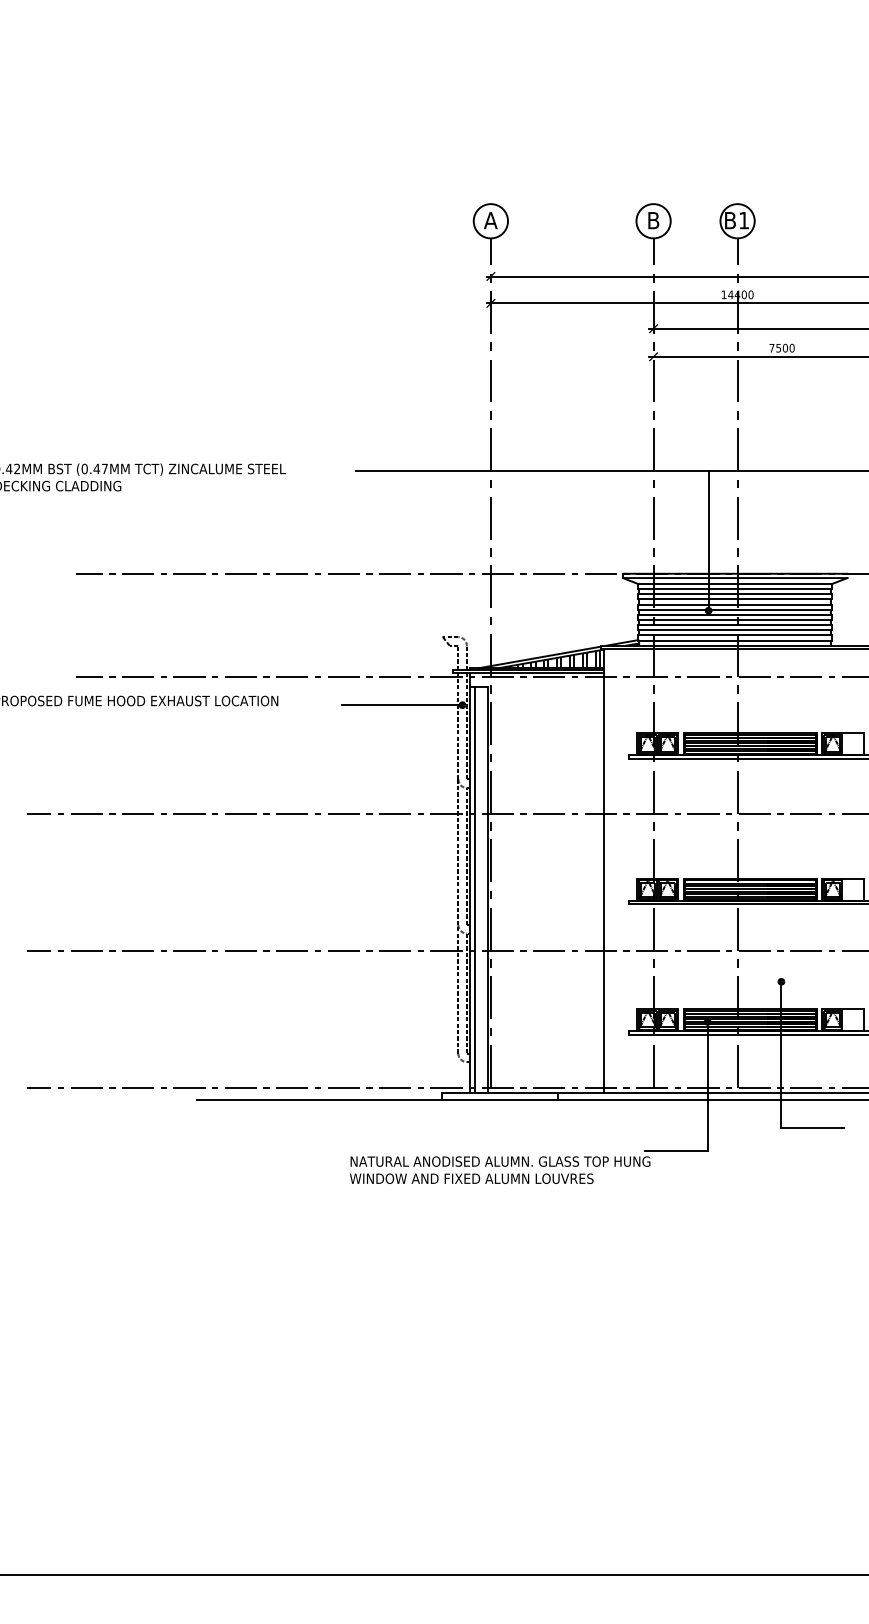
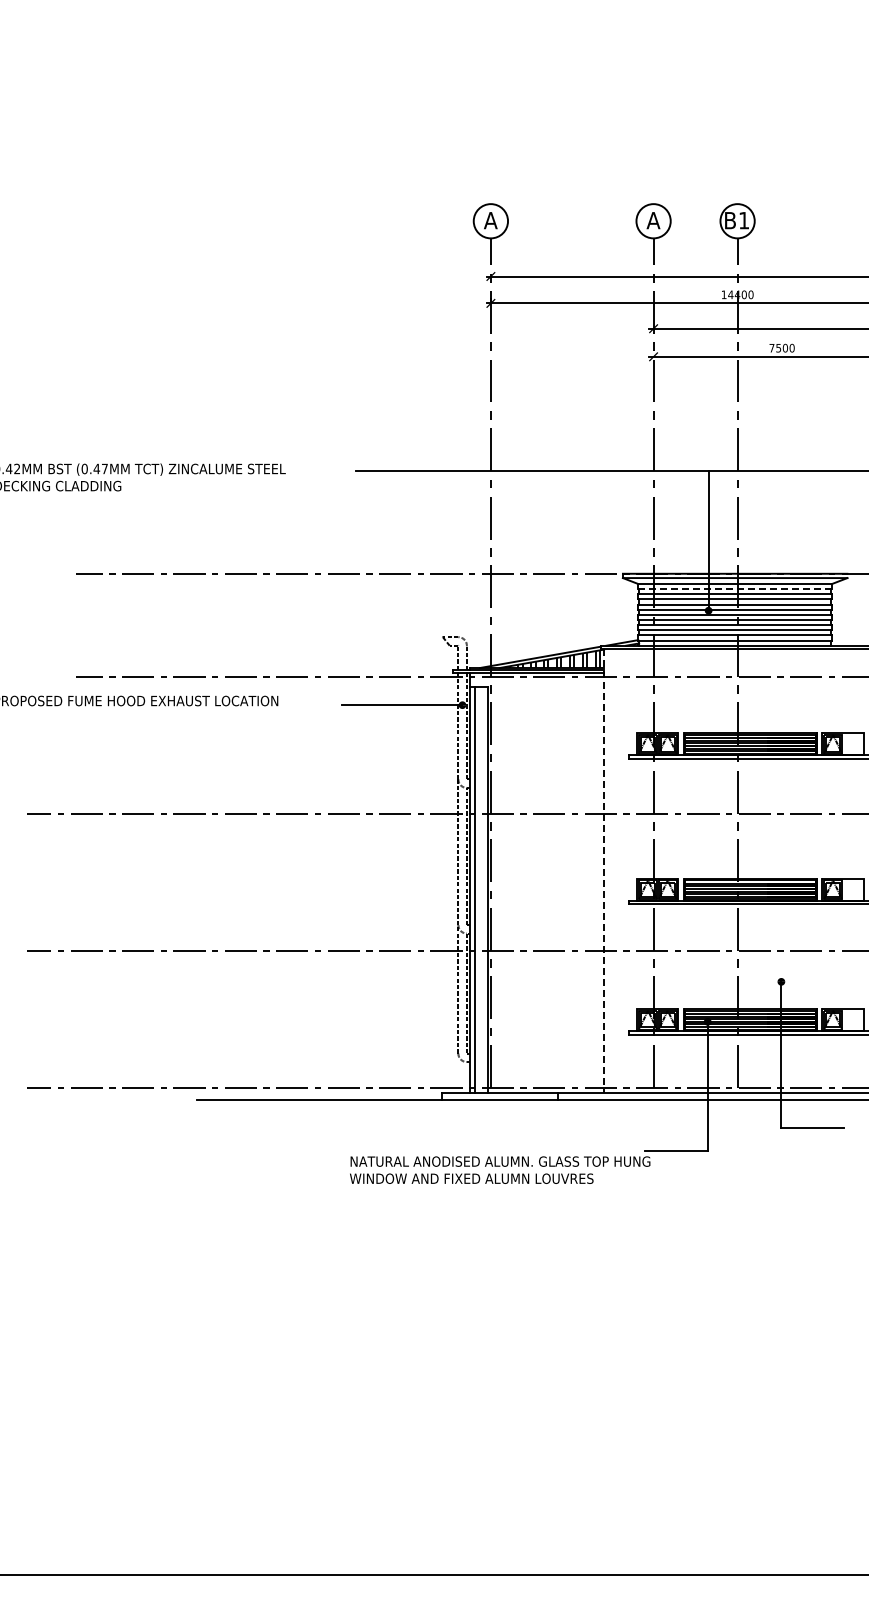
text at (653, 220): B -> A
line at (735, 589): solid -> dashed
line at (604, 871): solid -> dashed
